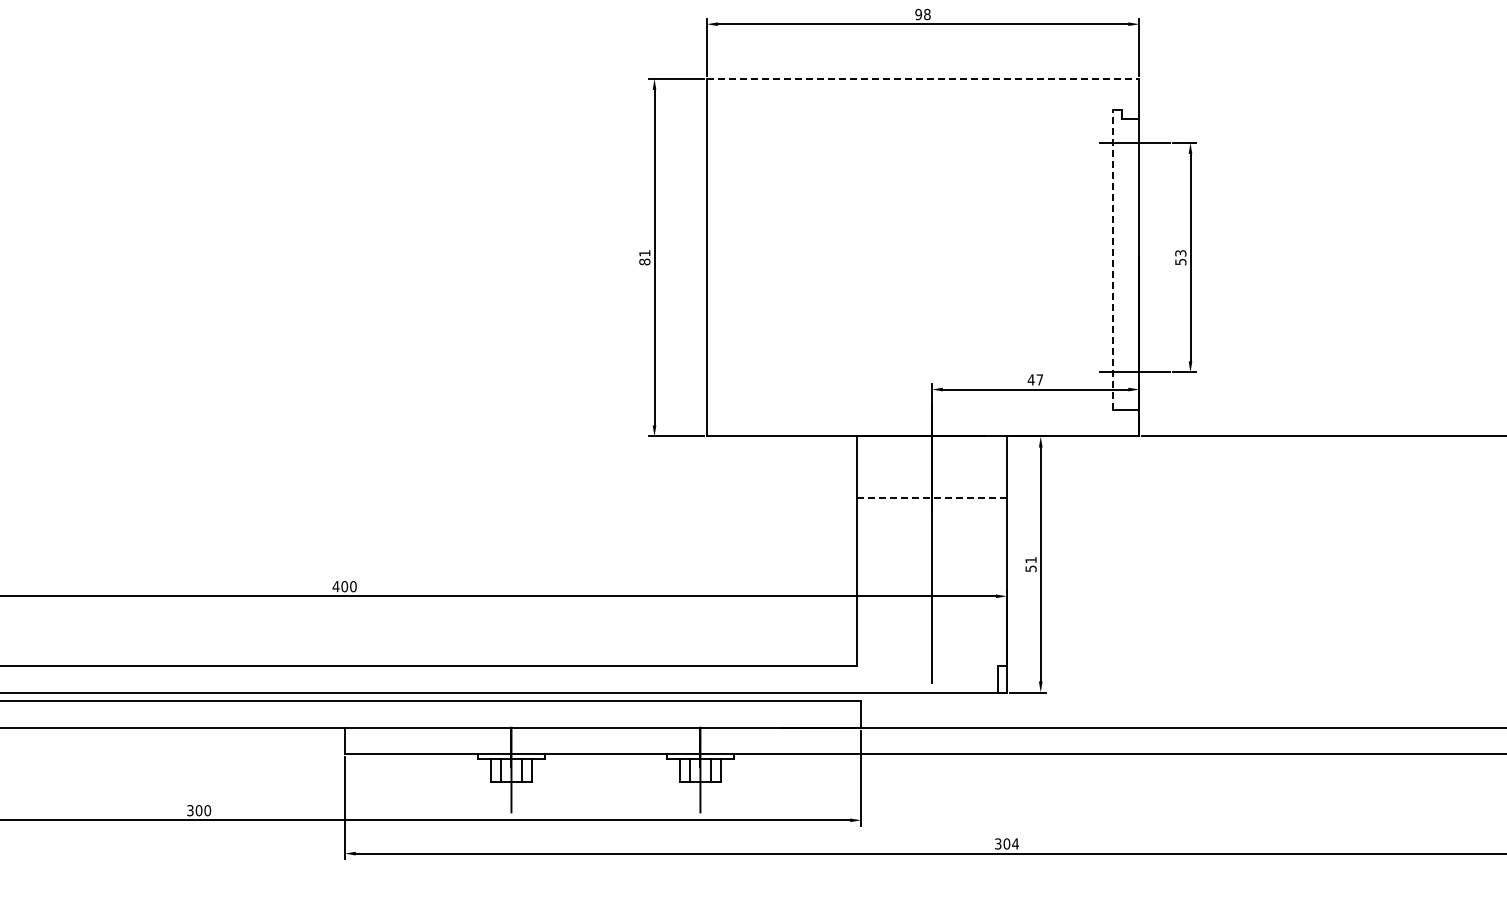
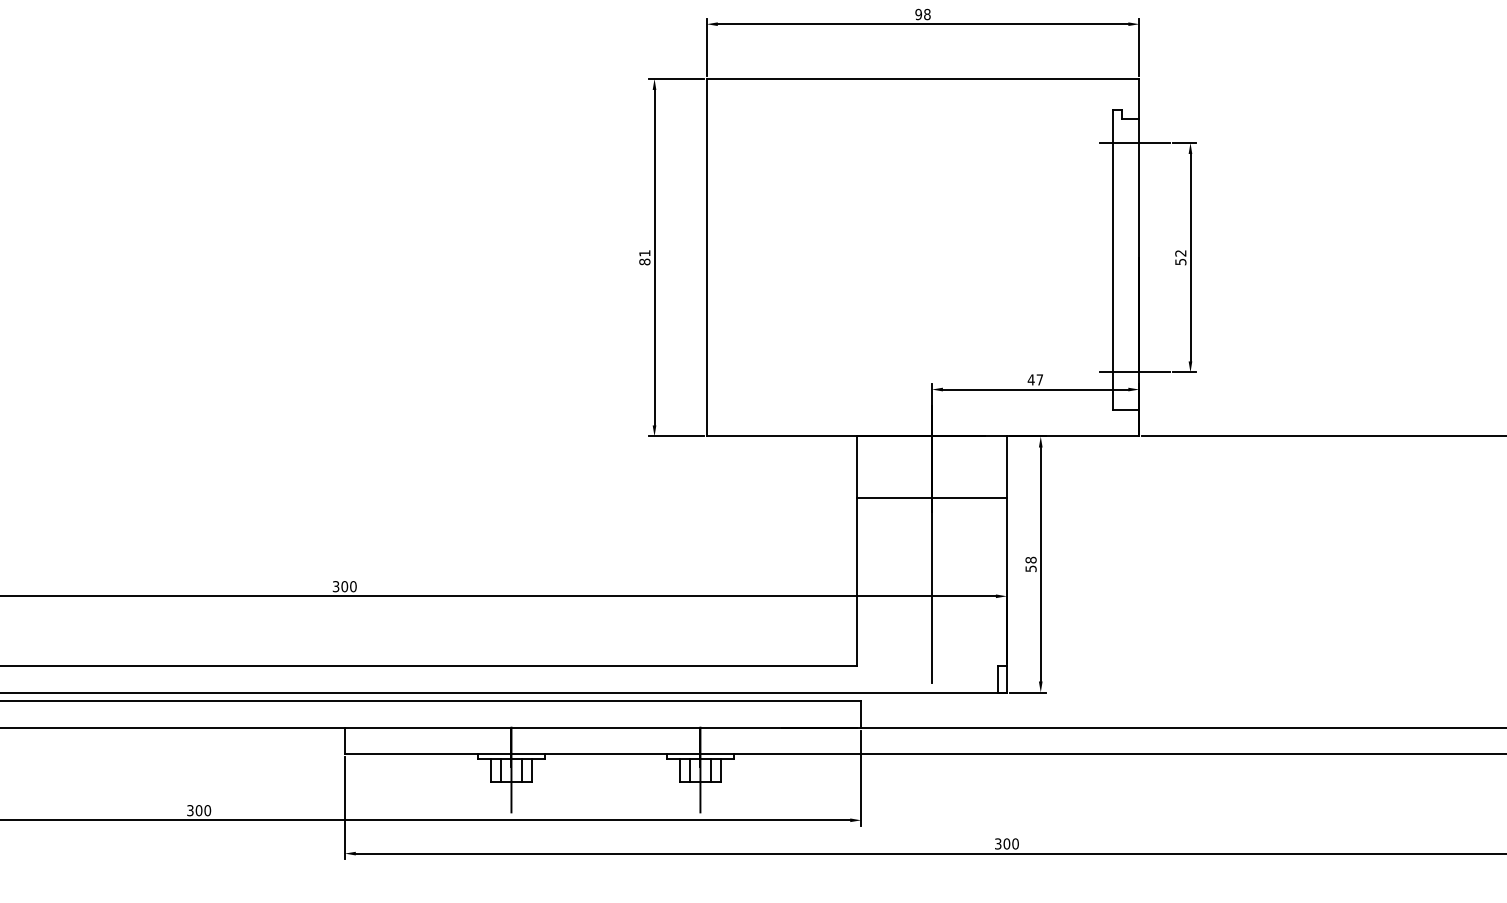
line at (923, 78): dashed -> solid
text at (1181, 253): 53 -> 52
line at (1112, 259): dashed -> solid
line at (931, 498): dashed -> solid
text at (1030, 559): 51 -> 58
text at (335, 586): 400 -> 300
text at (1015, 843): 304 -> 300
